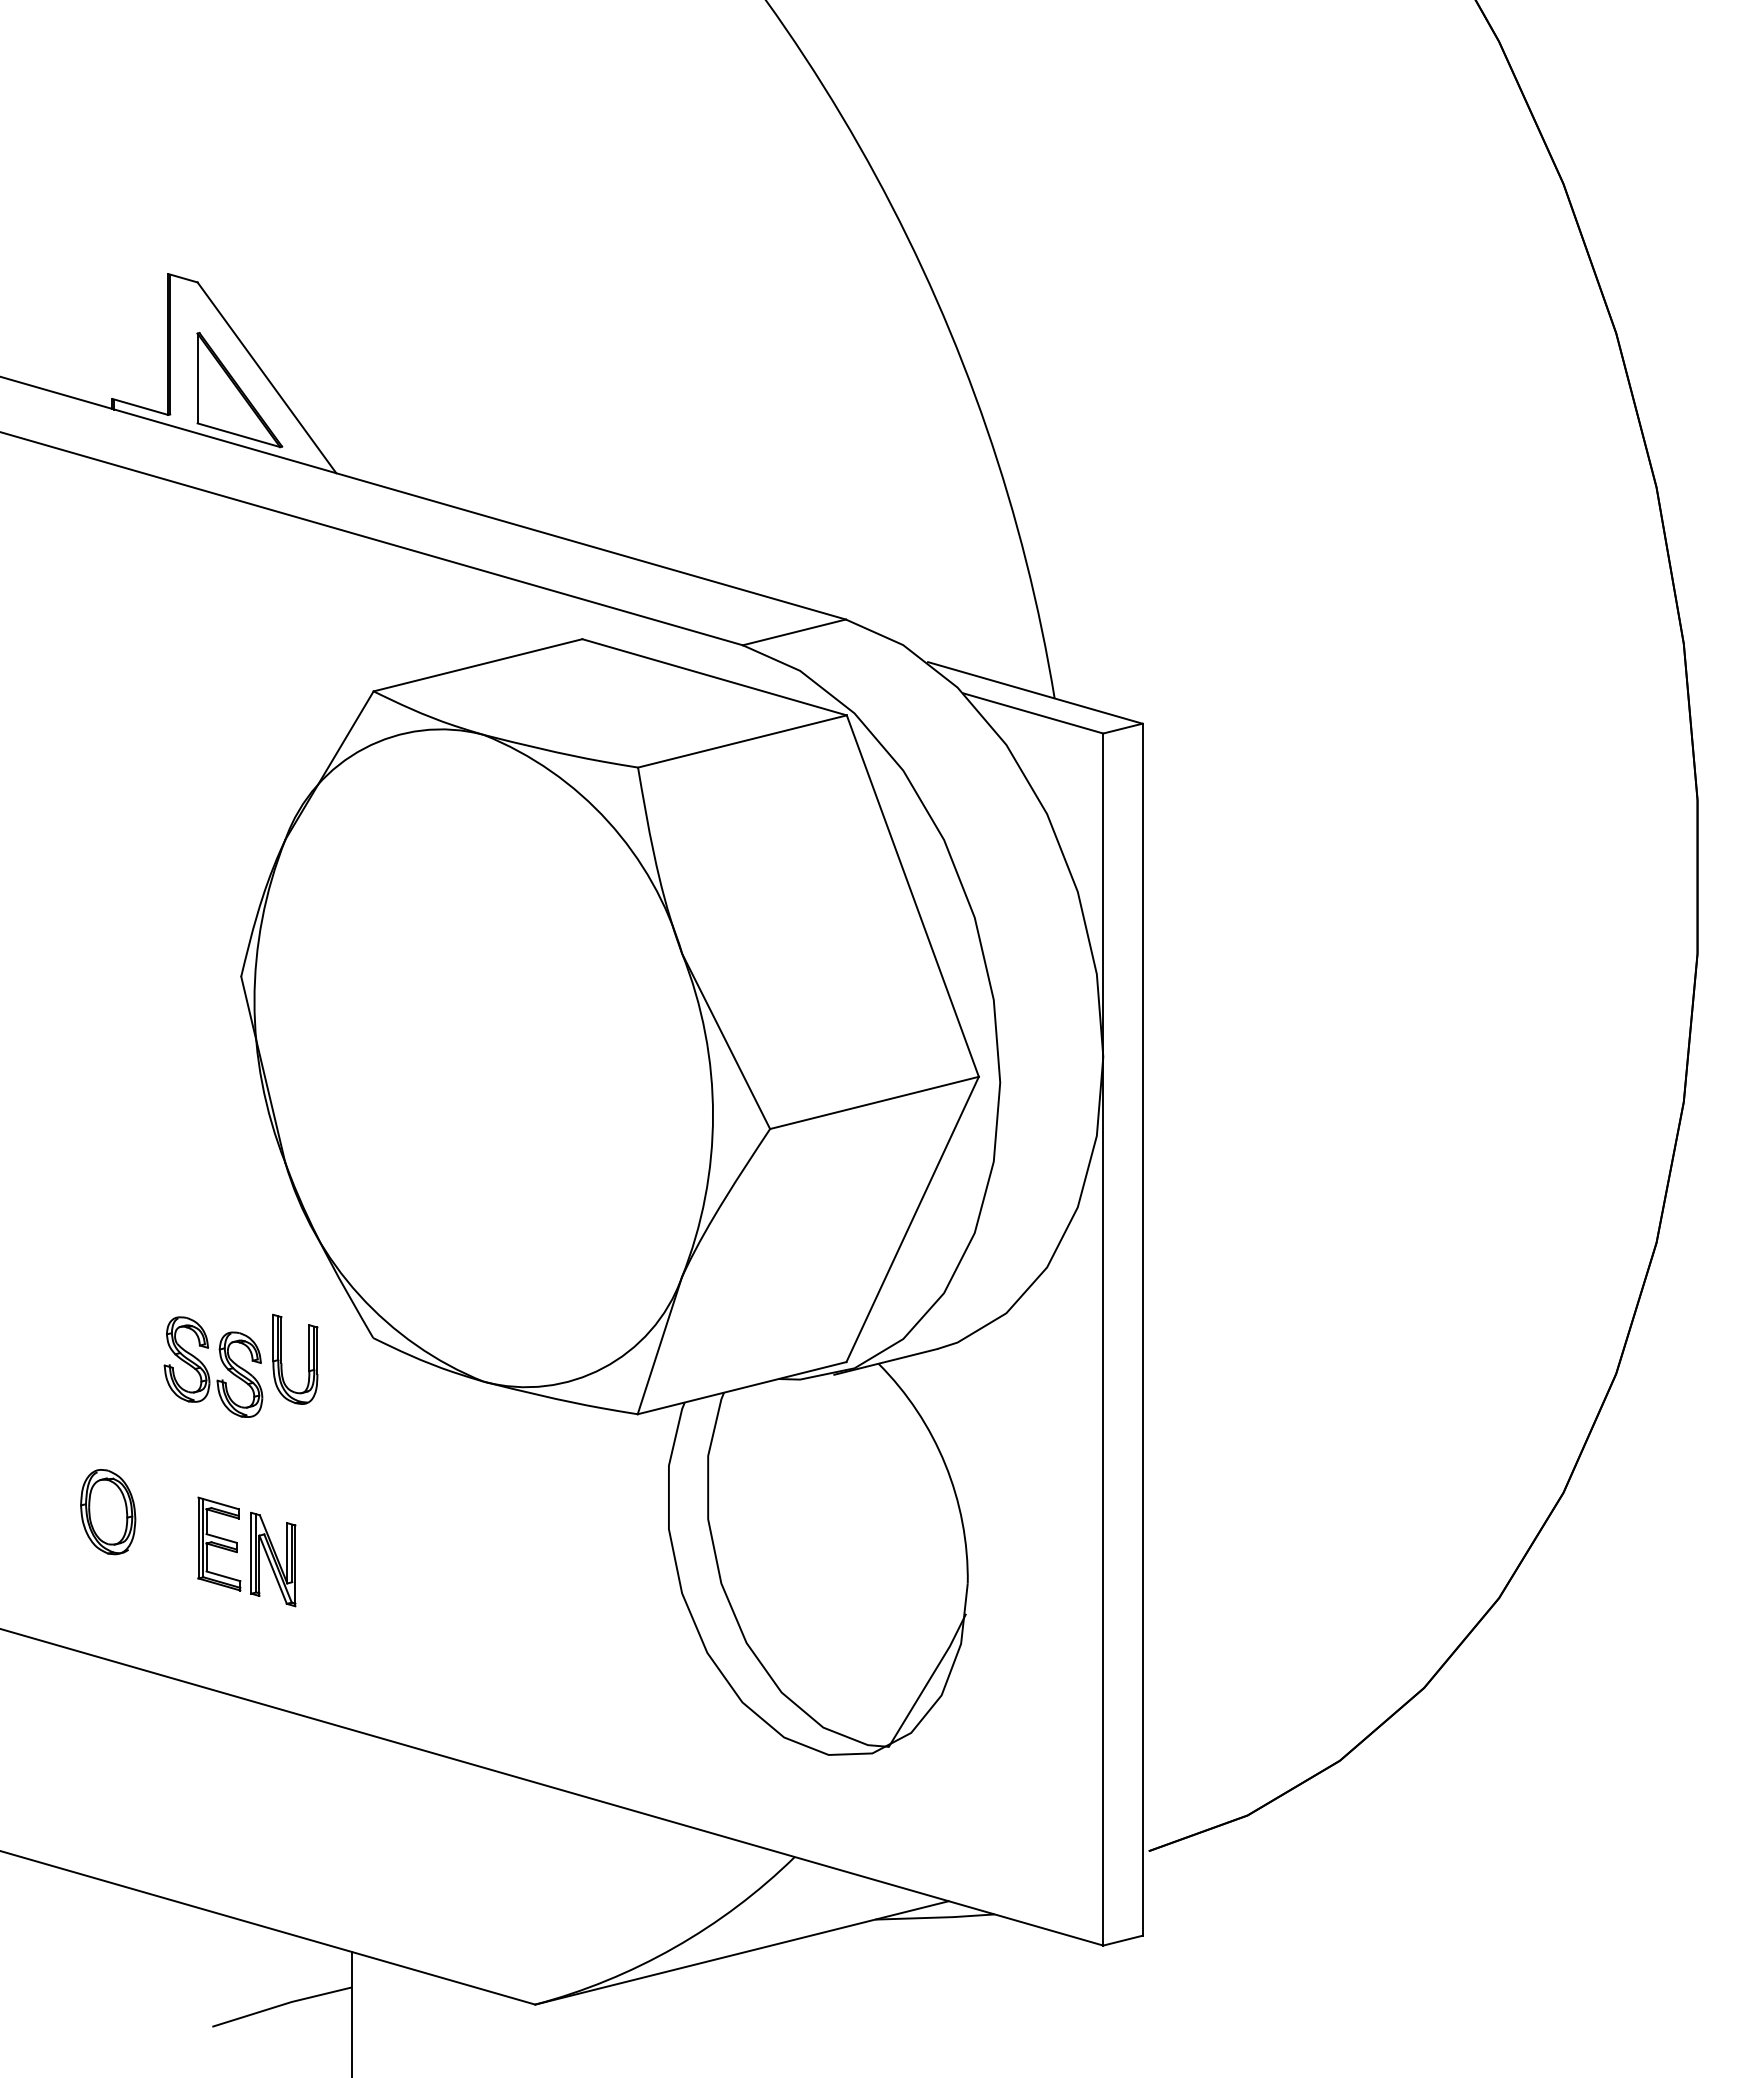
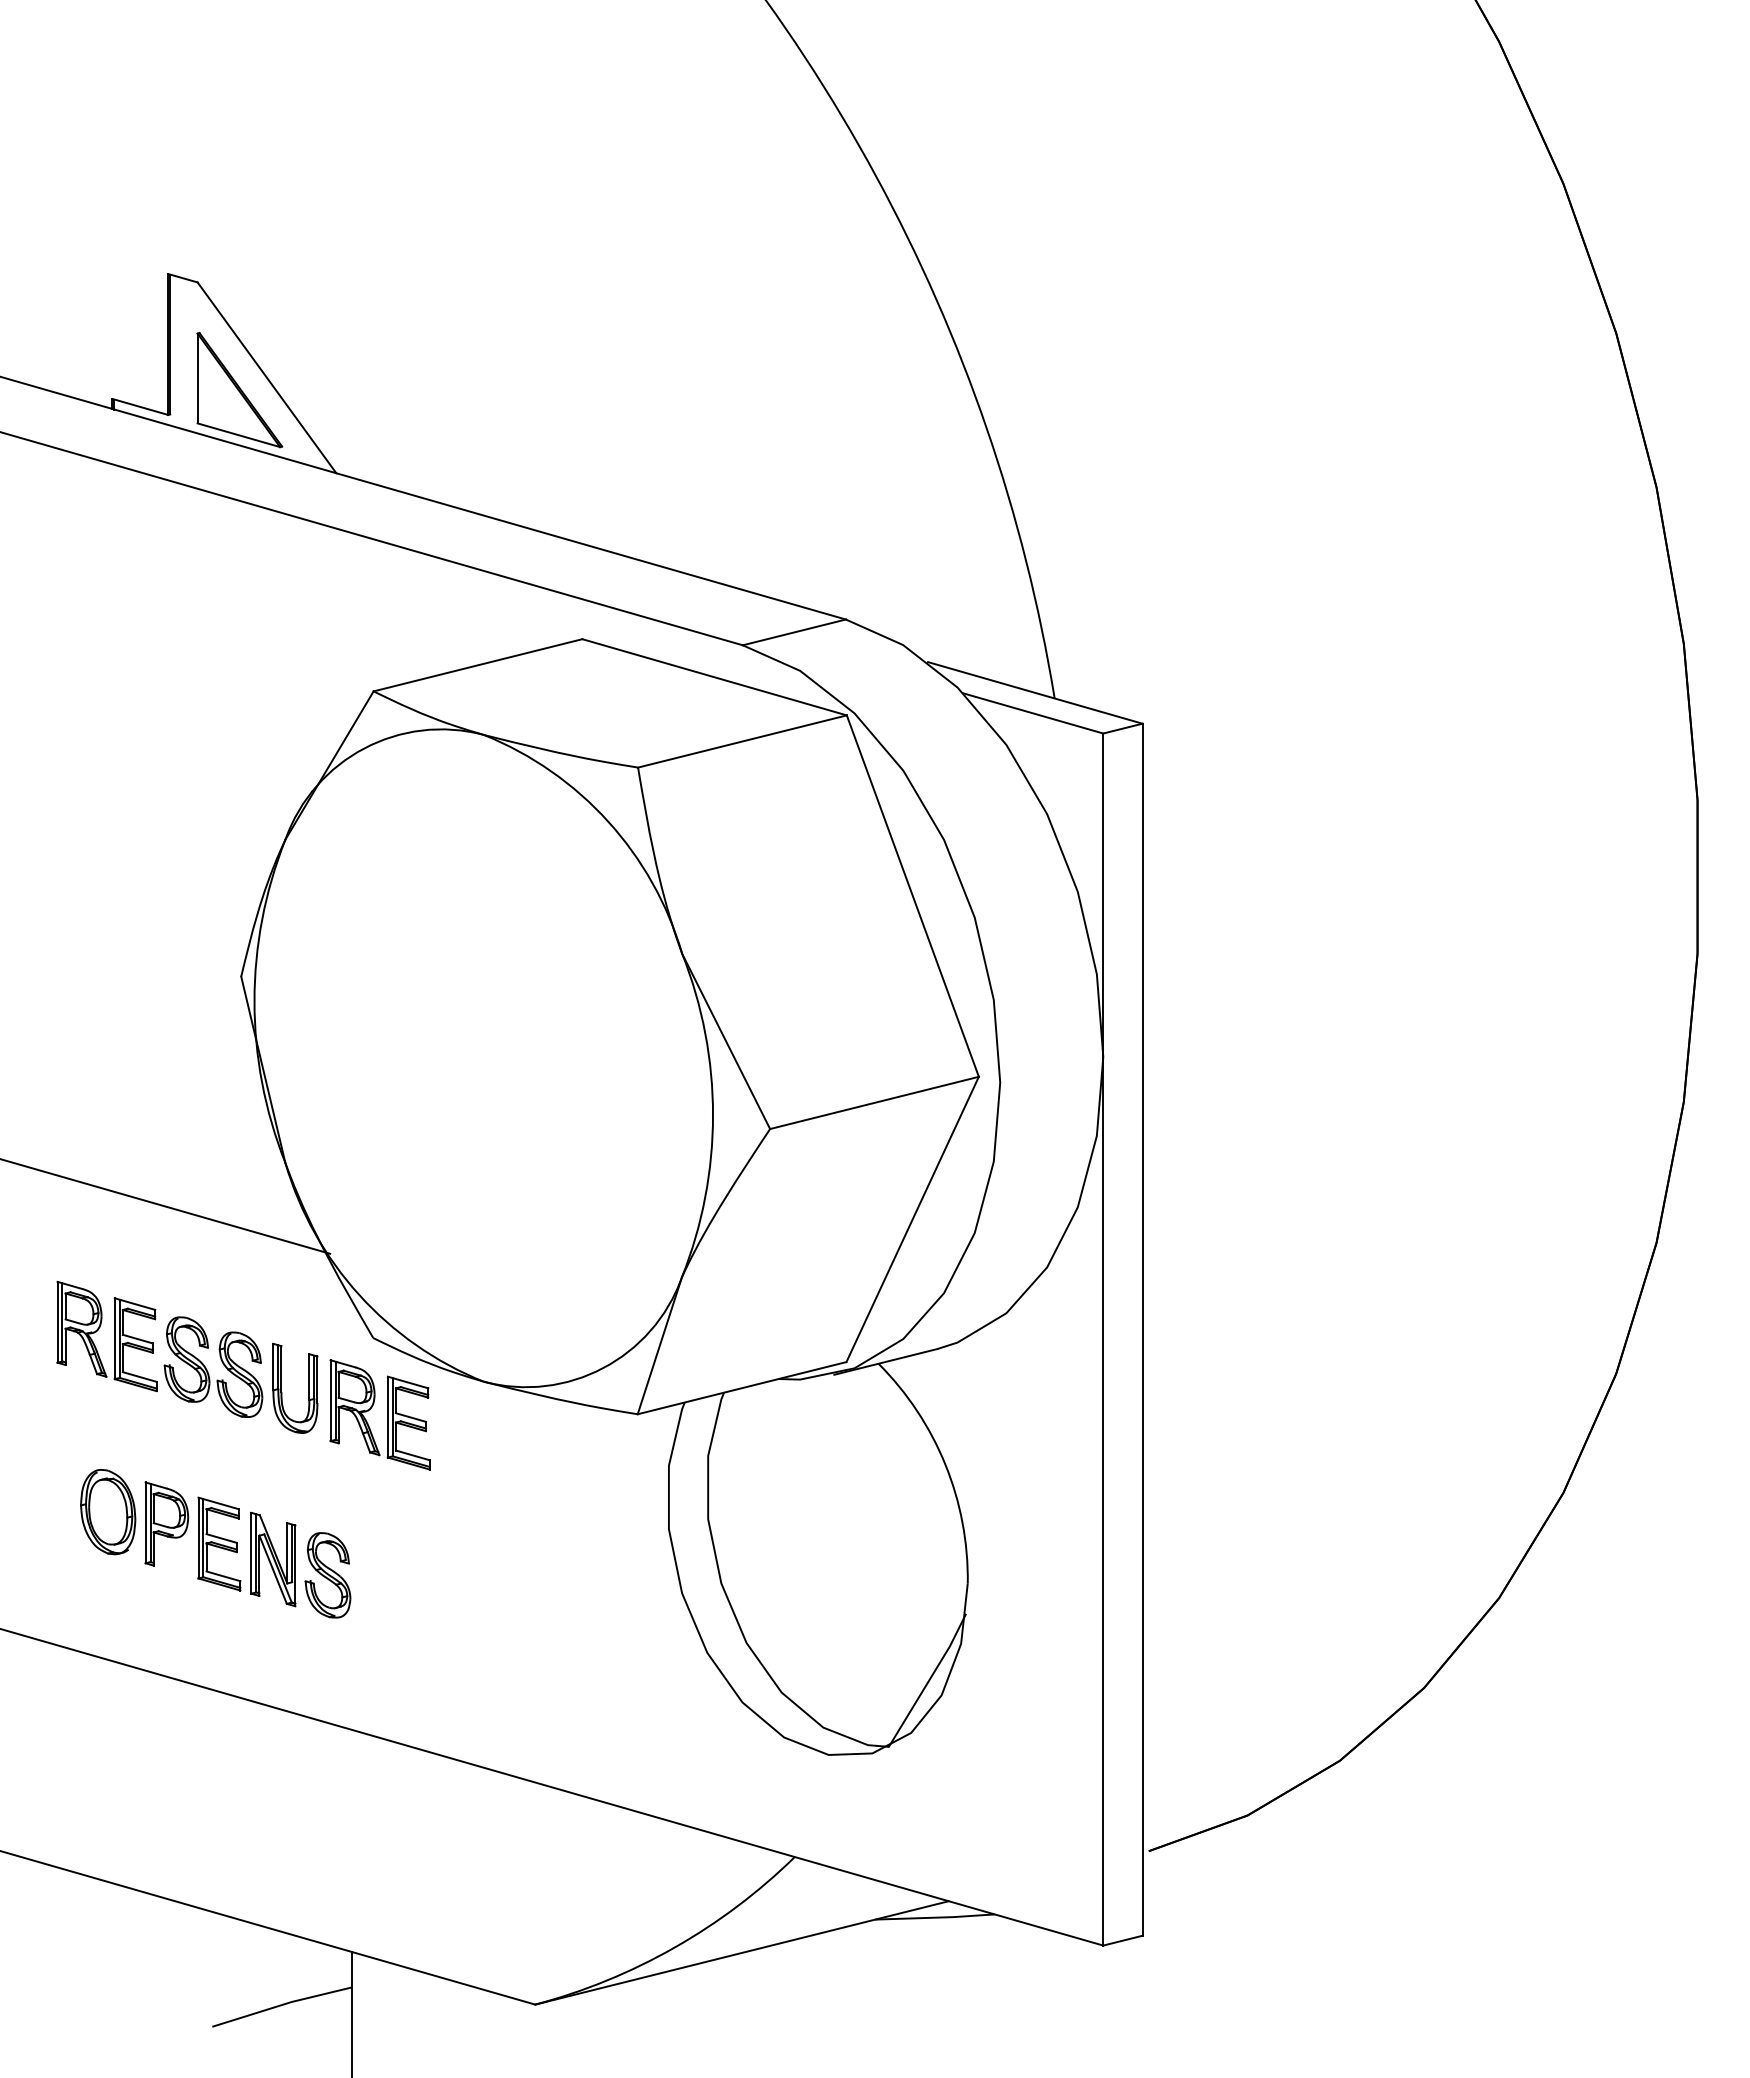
line at (166, 1206): none -> present
part at (114, 1336): none -> present
part at (308, 1358) position: (308, 1358) -> (308, 1387)
part at (387, 1414): none -> present
part at (166, 1523): none -> present
part at (327, 1575): none -> present
